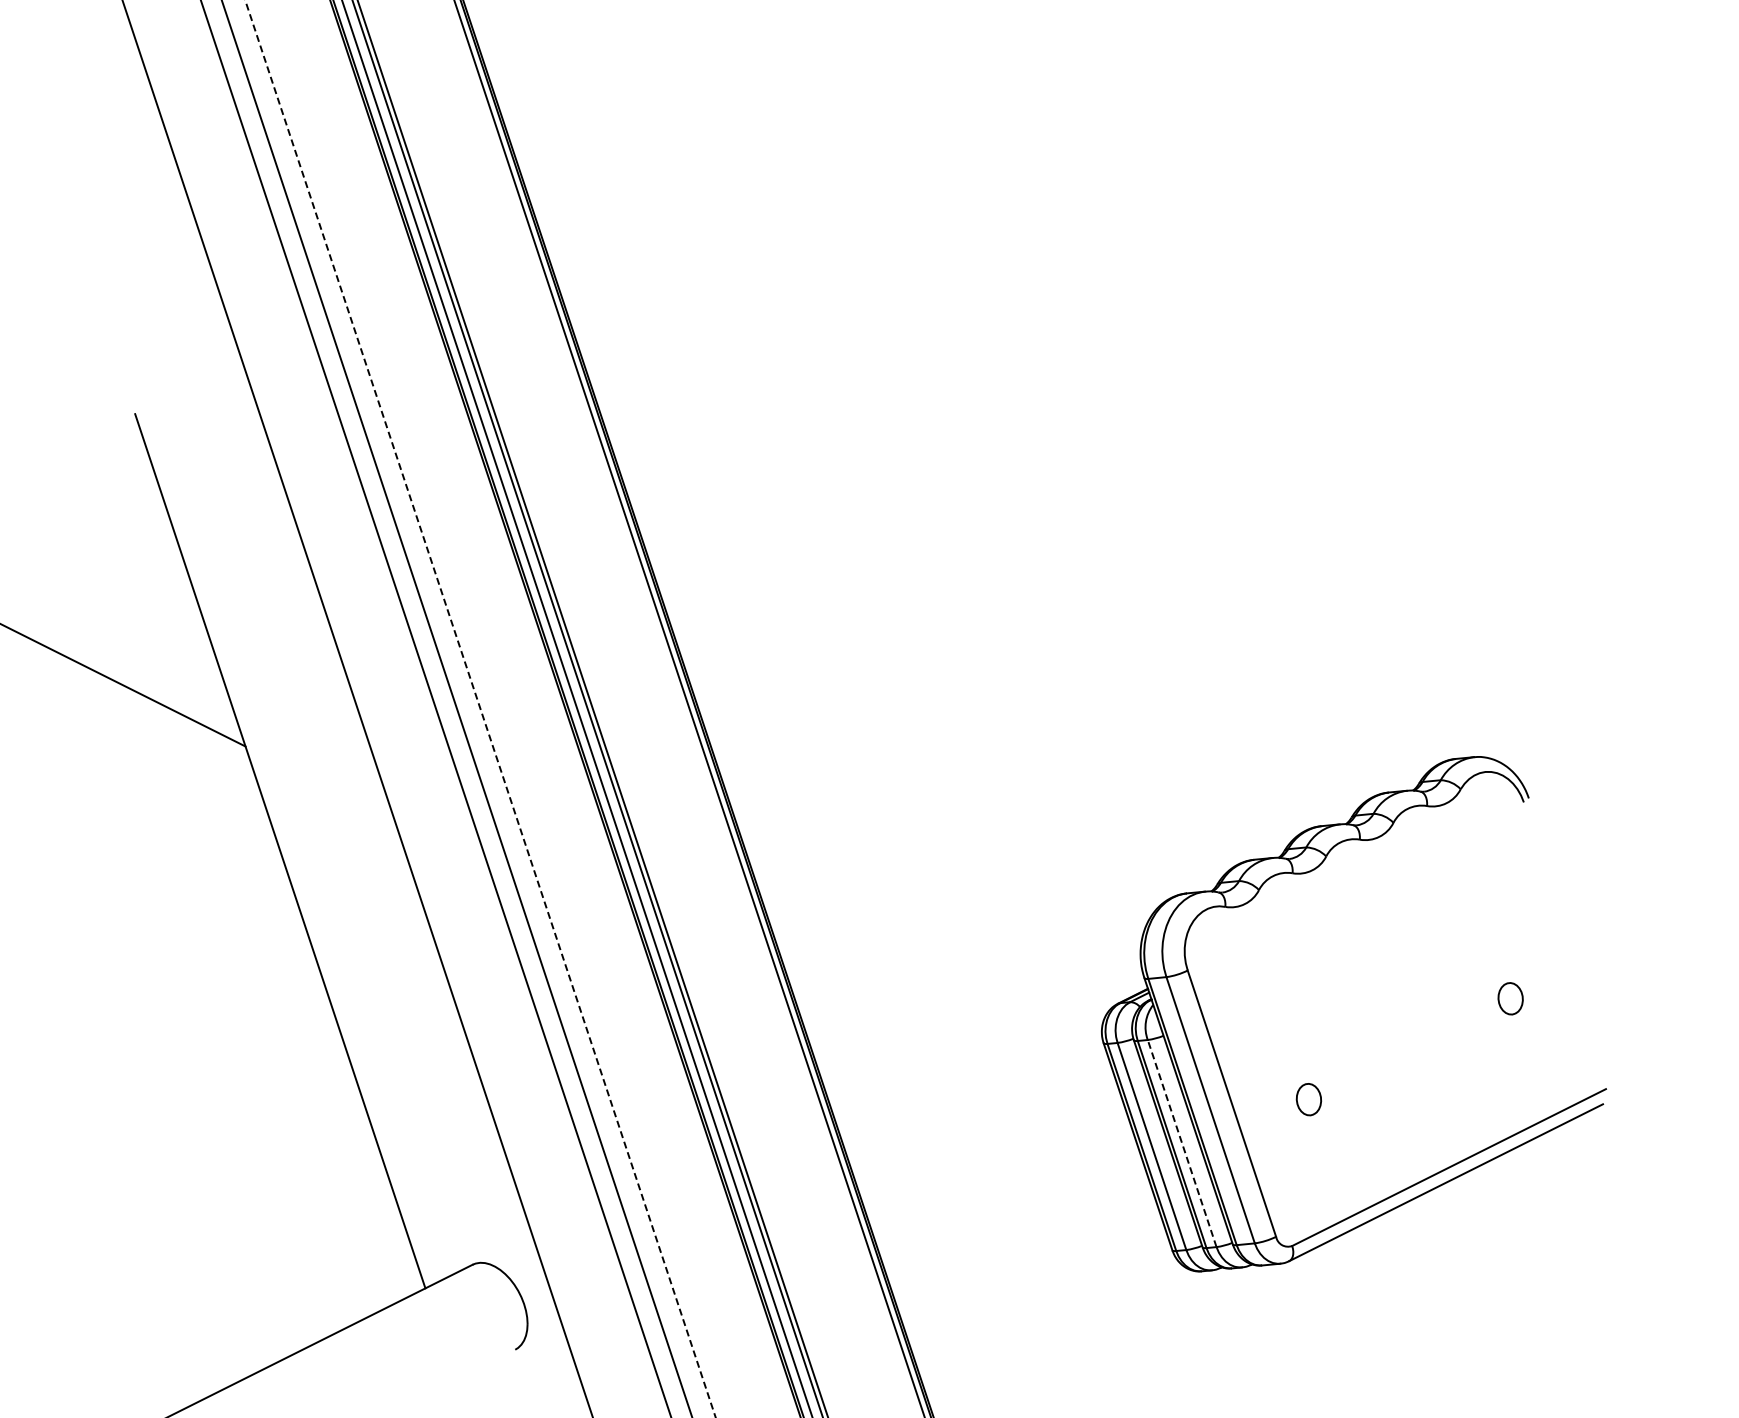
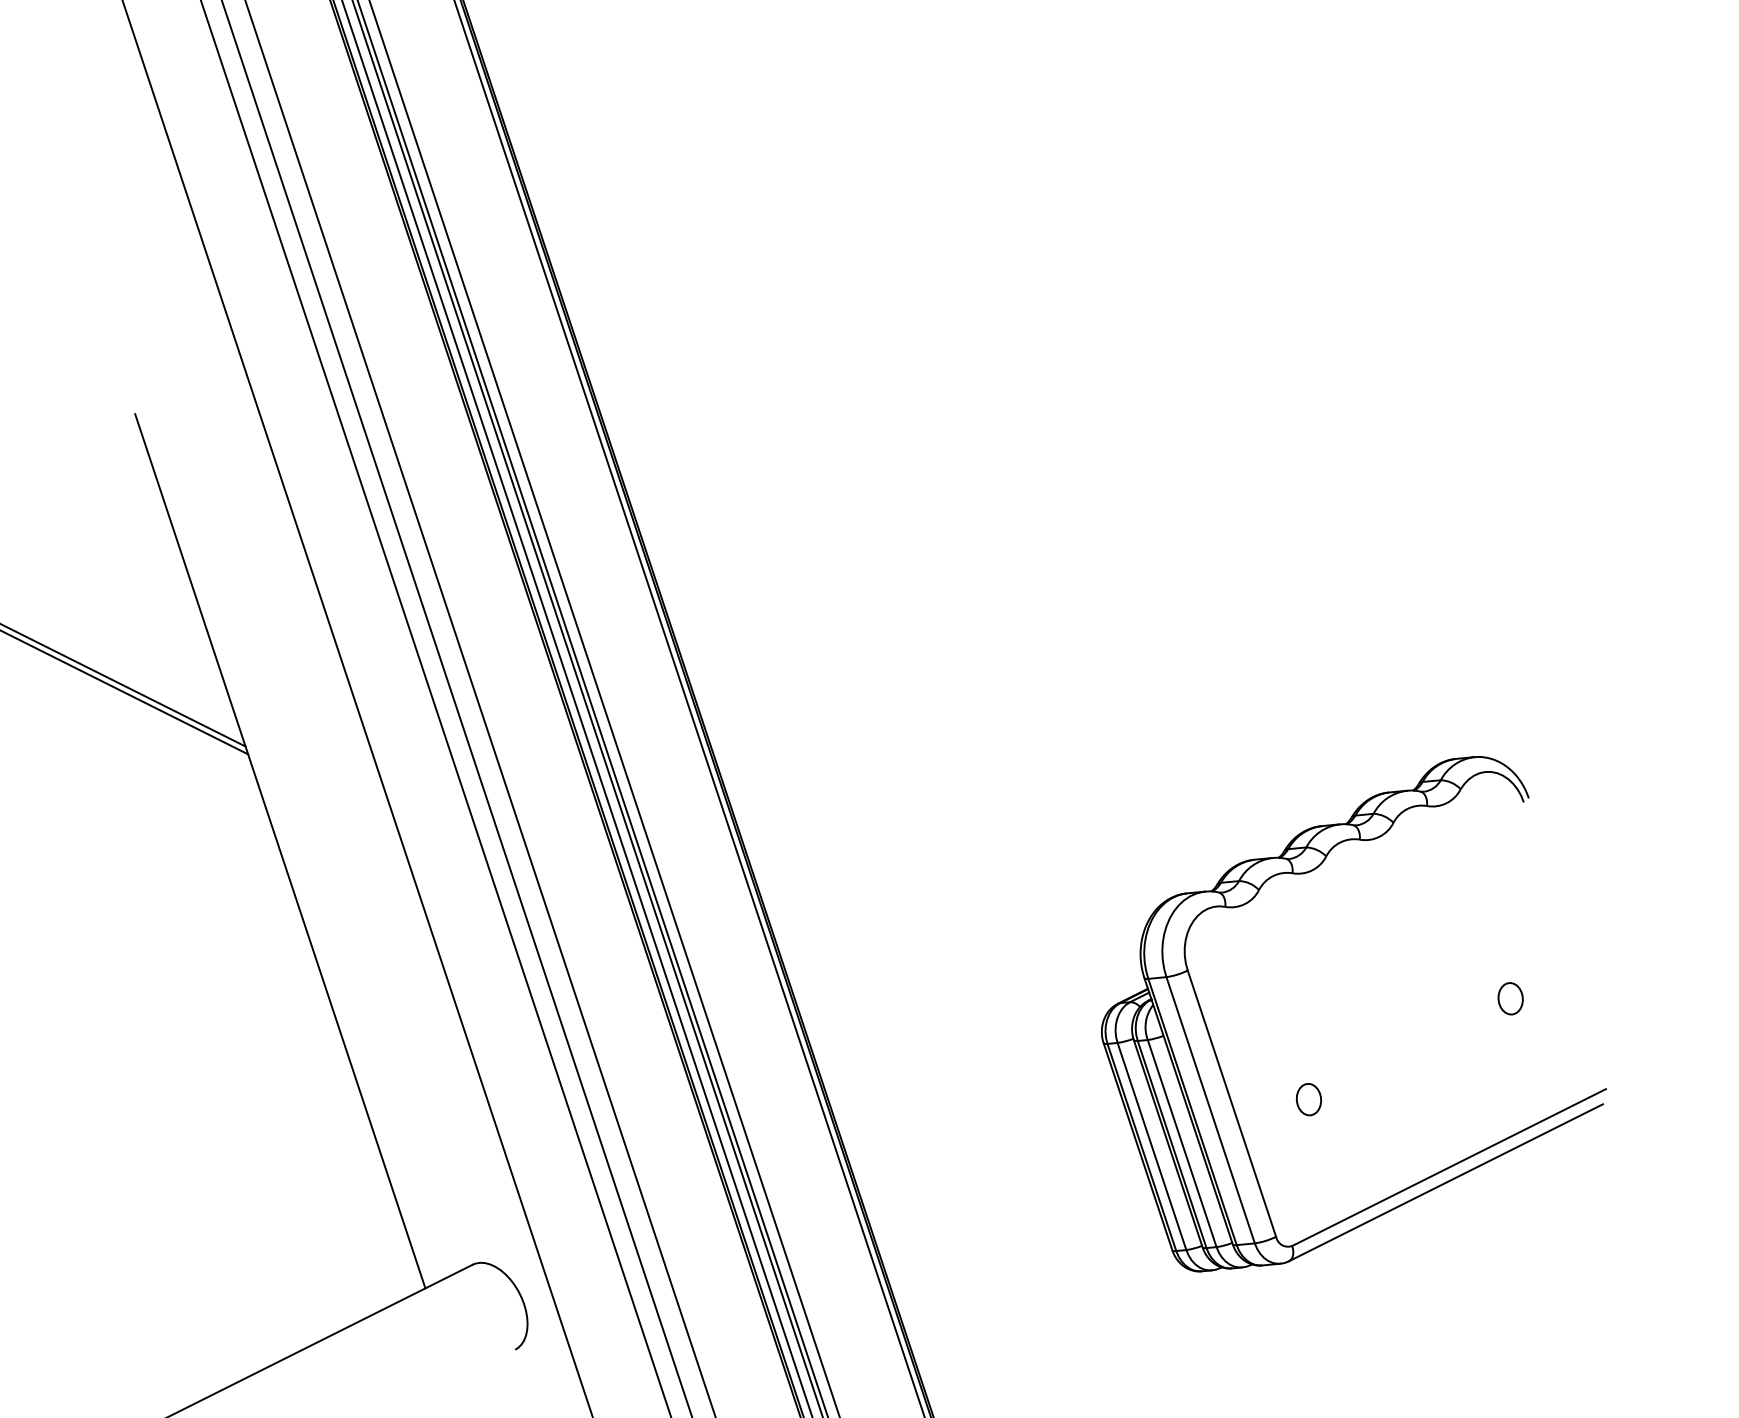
line at (125, 692): none -> present
line at (604, 708): none -> present
line at (480, 709): dashed -> solid
line at (1182, 1143): dashed -> solid
